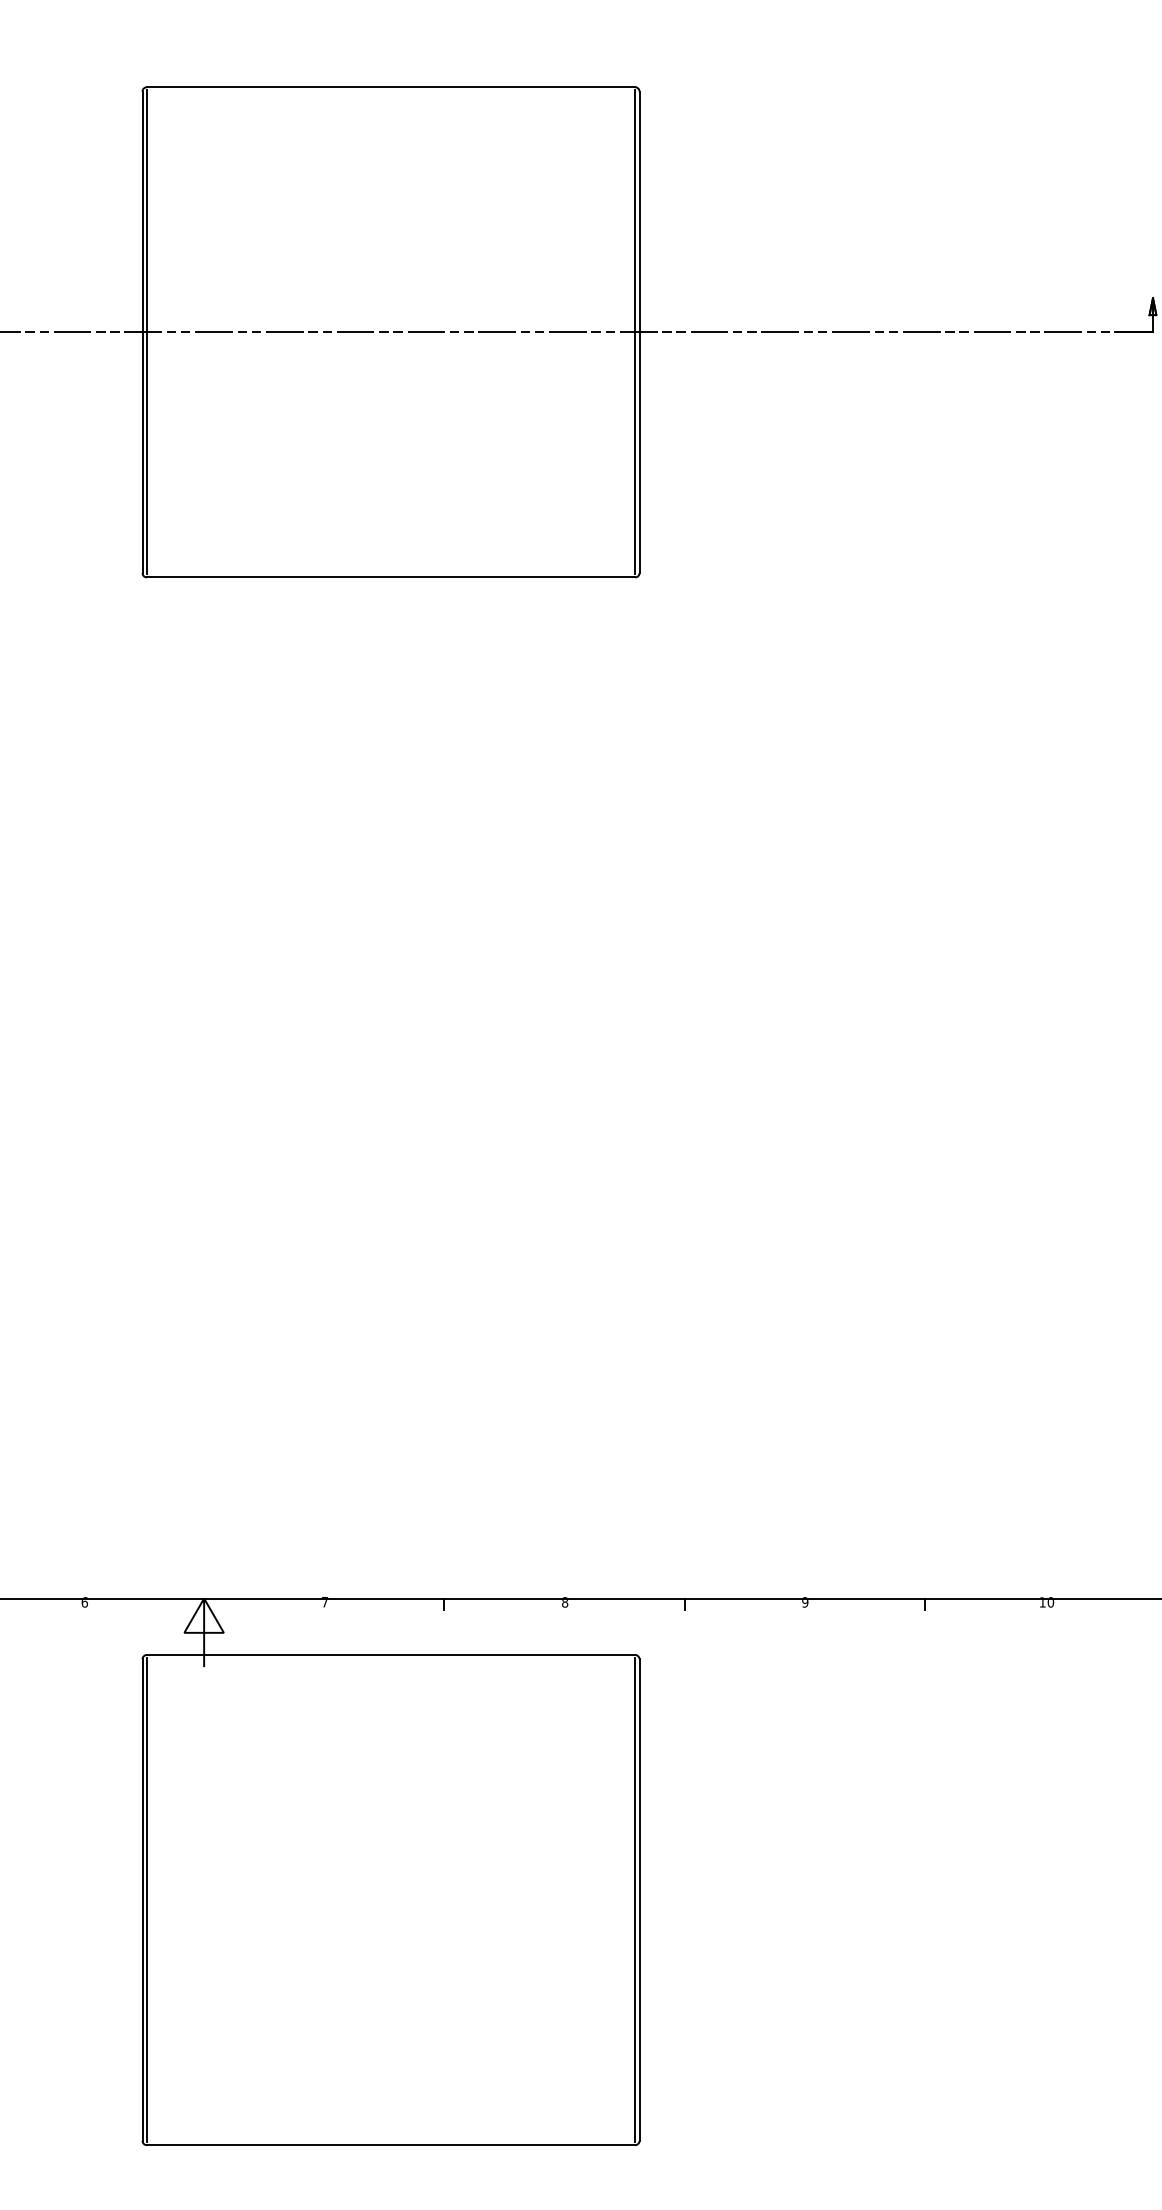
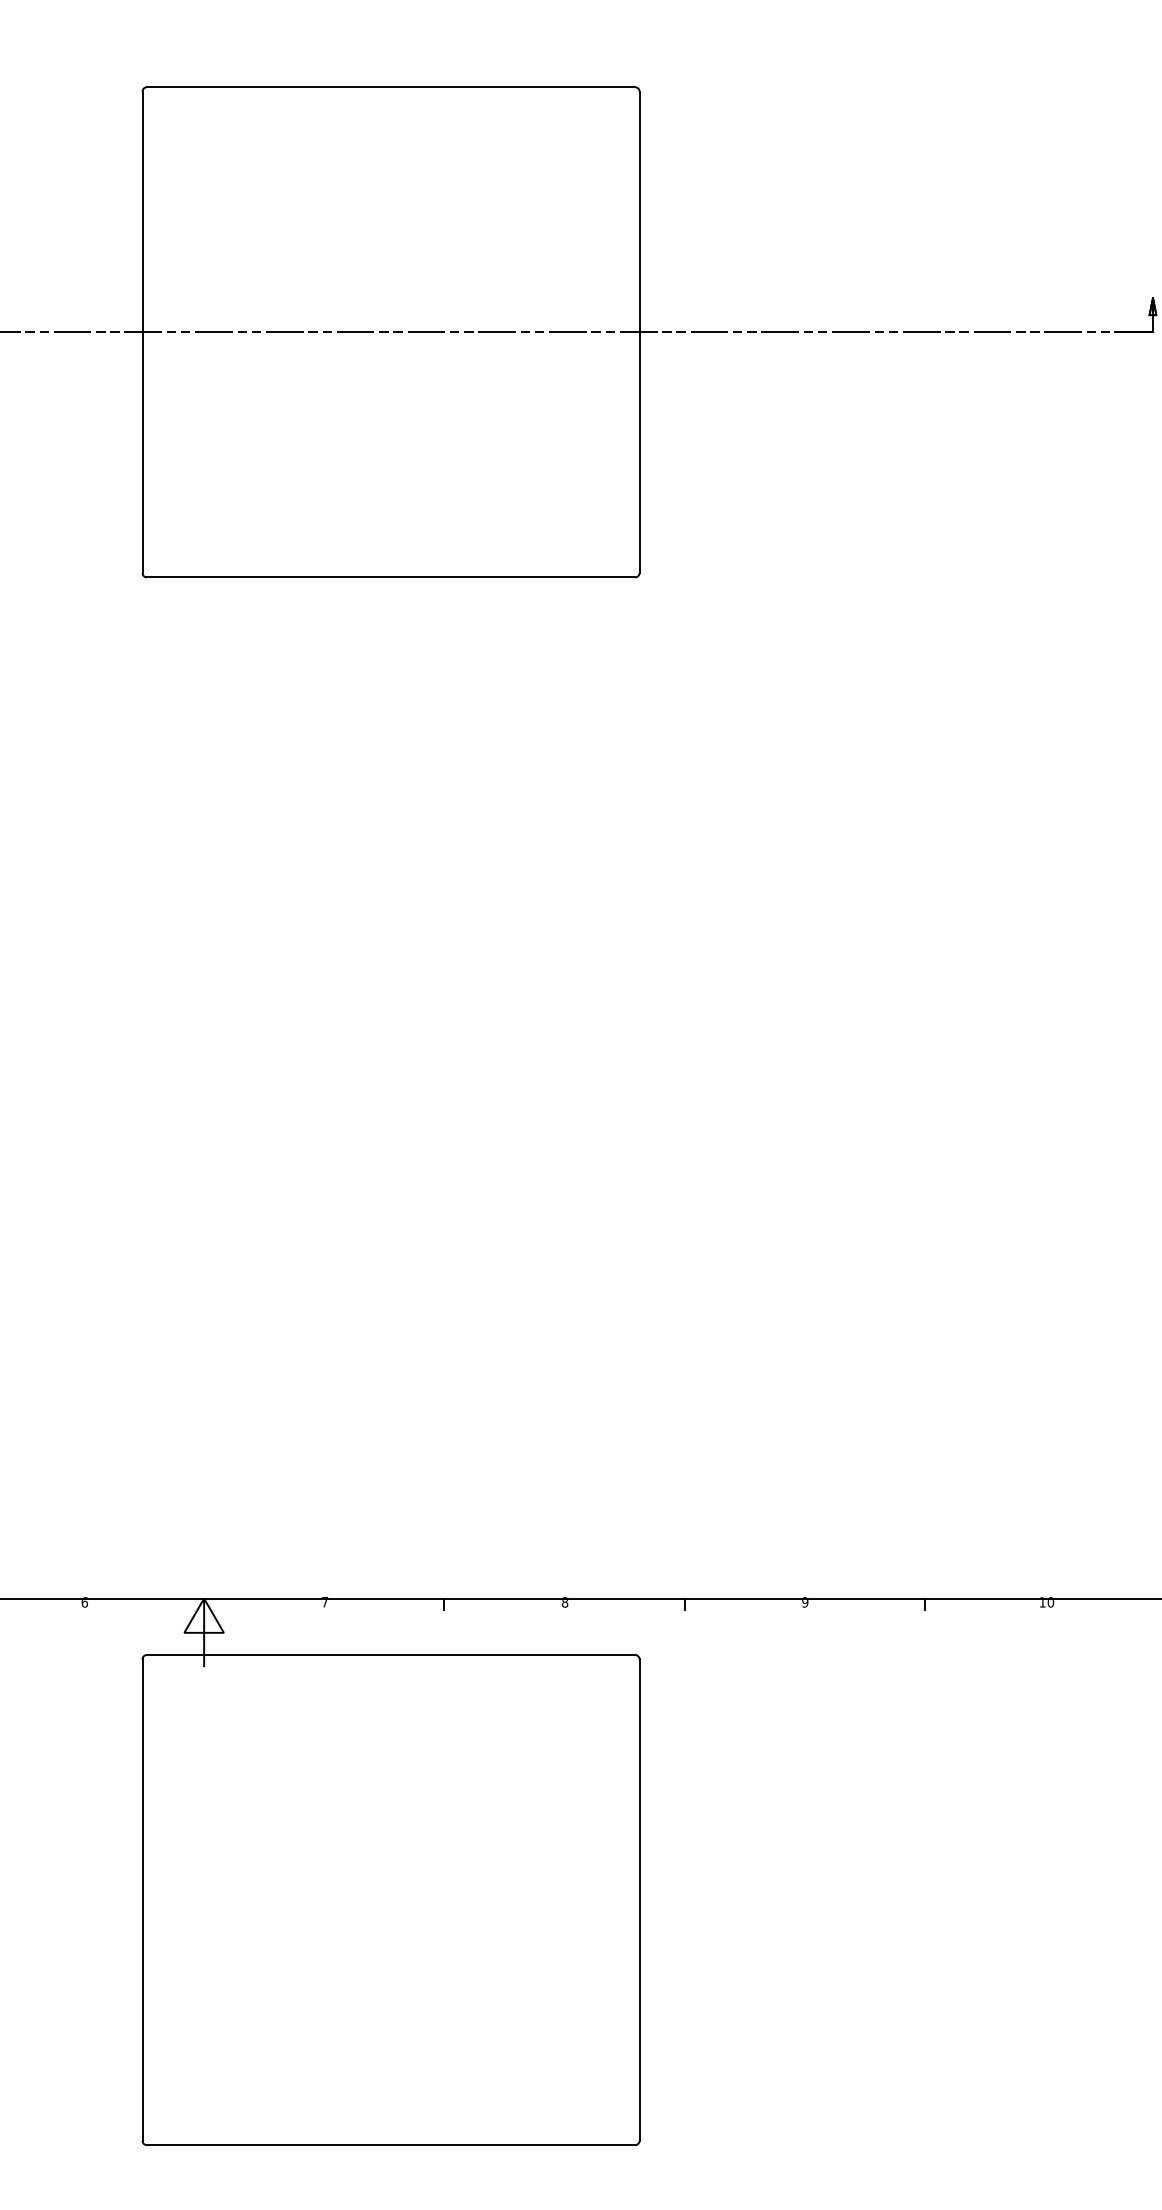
line at (146, 332): present -> none
line at (635, 332): present -> none
line at (146, 1900): present -> none
line at (635, 1900): present -> none
